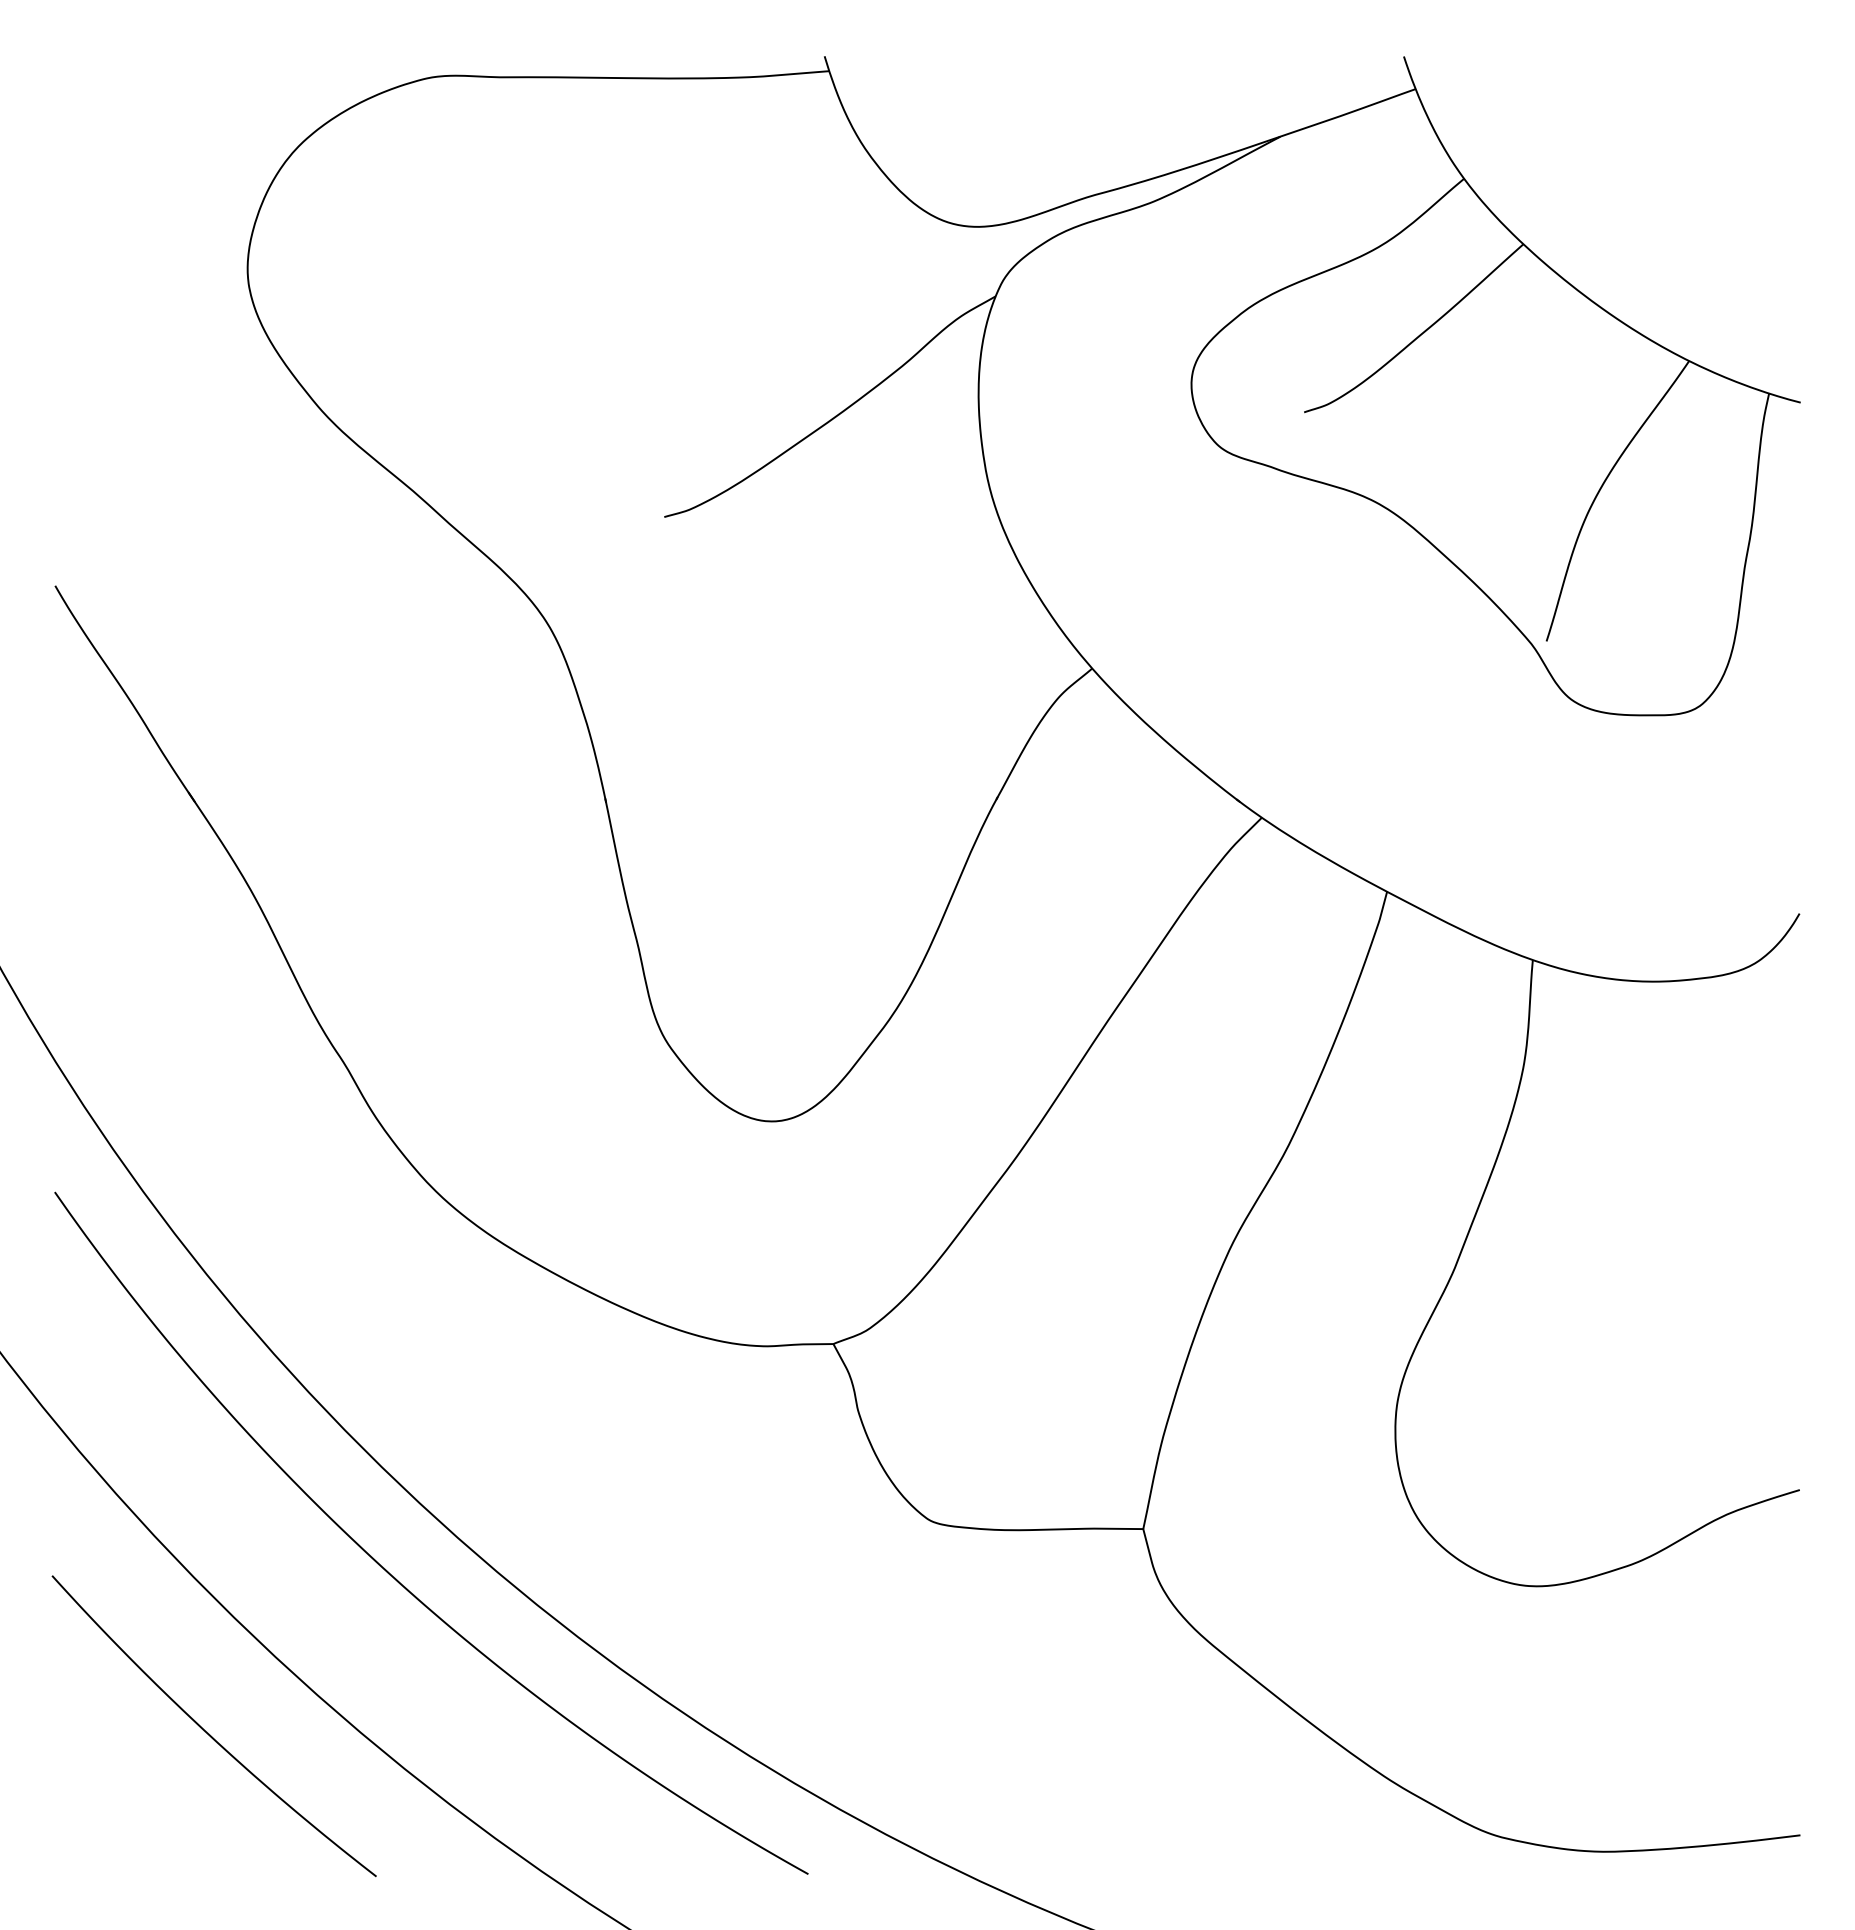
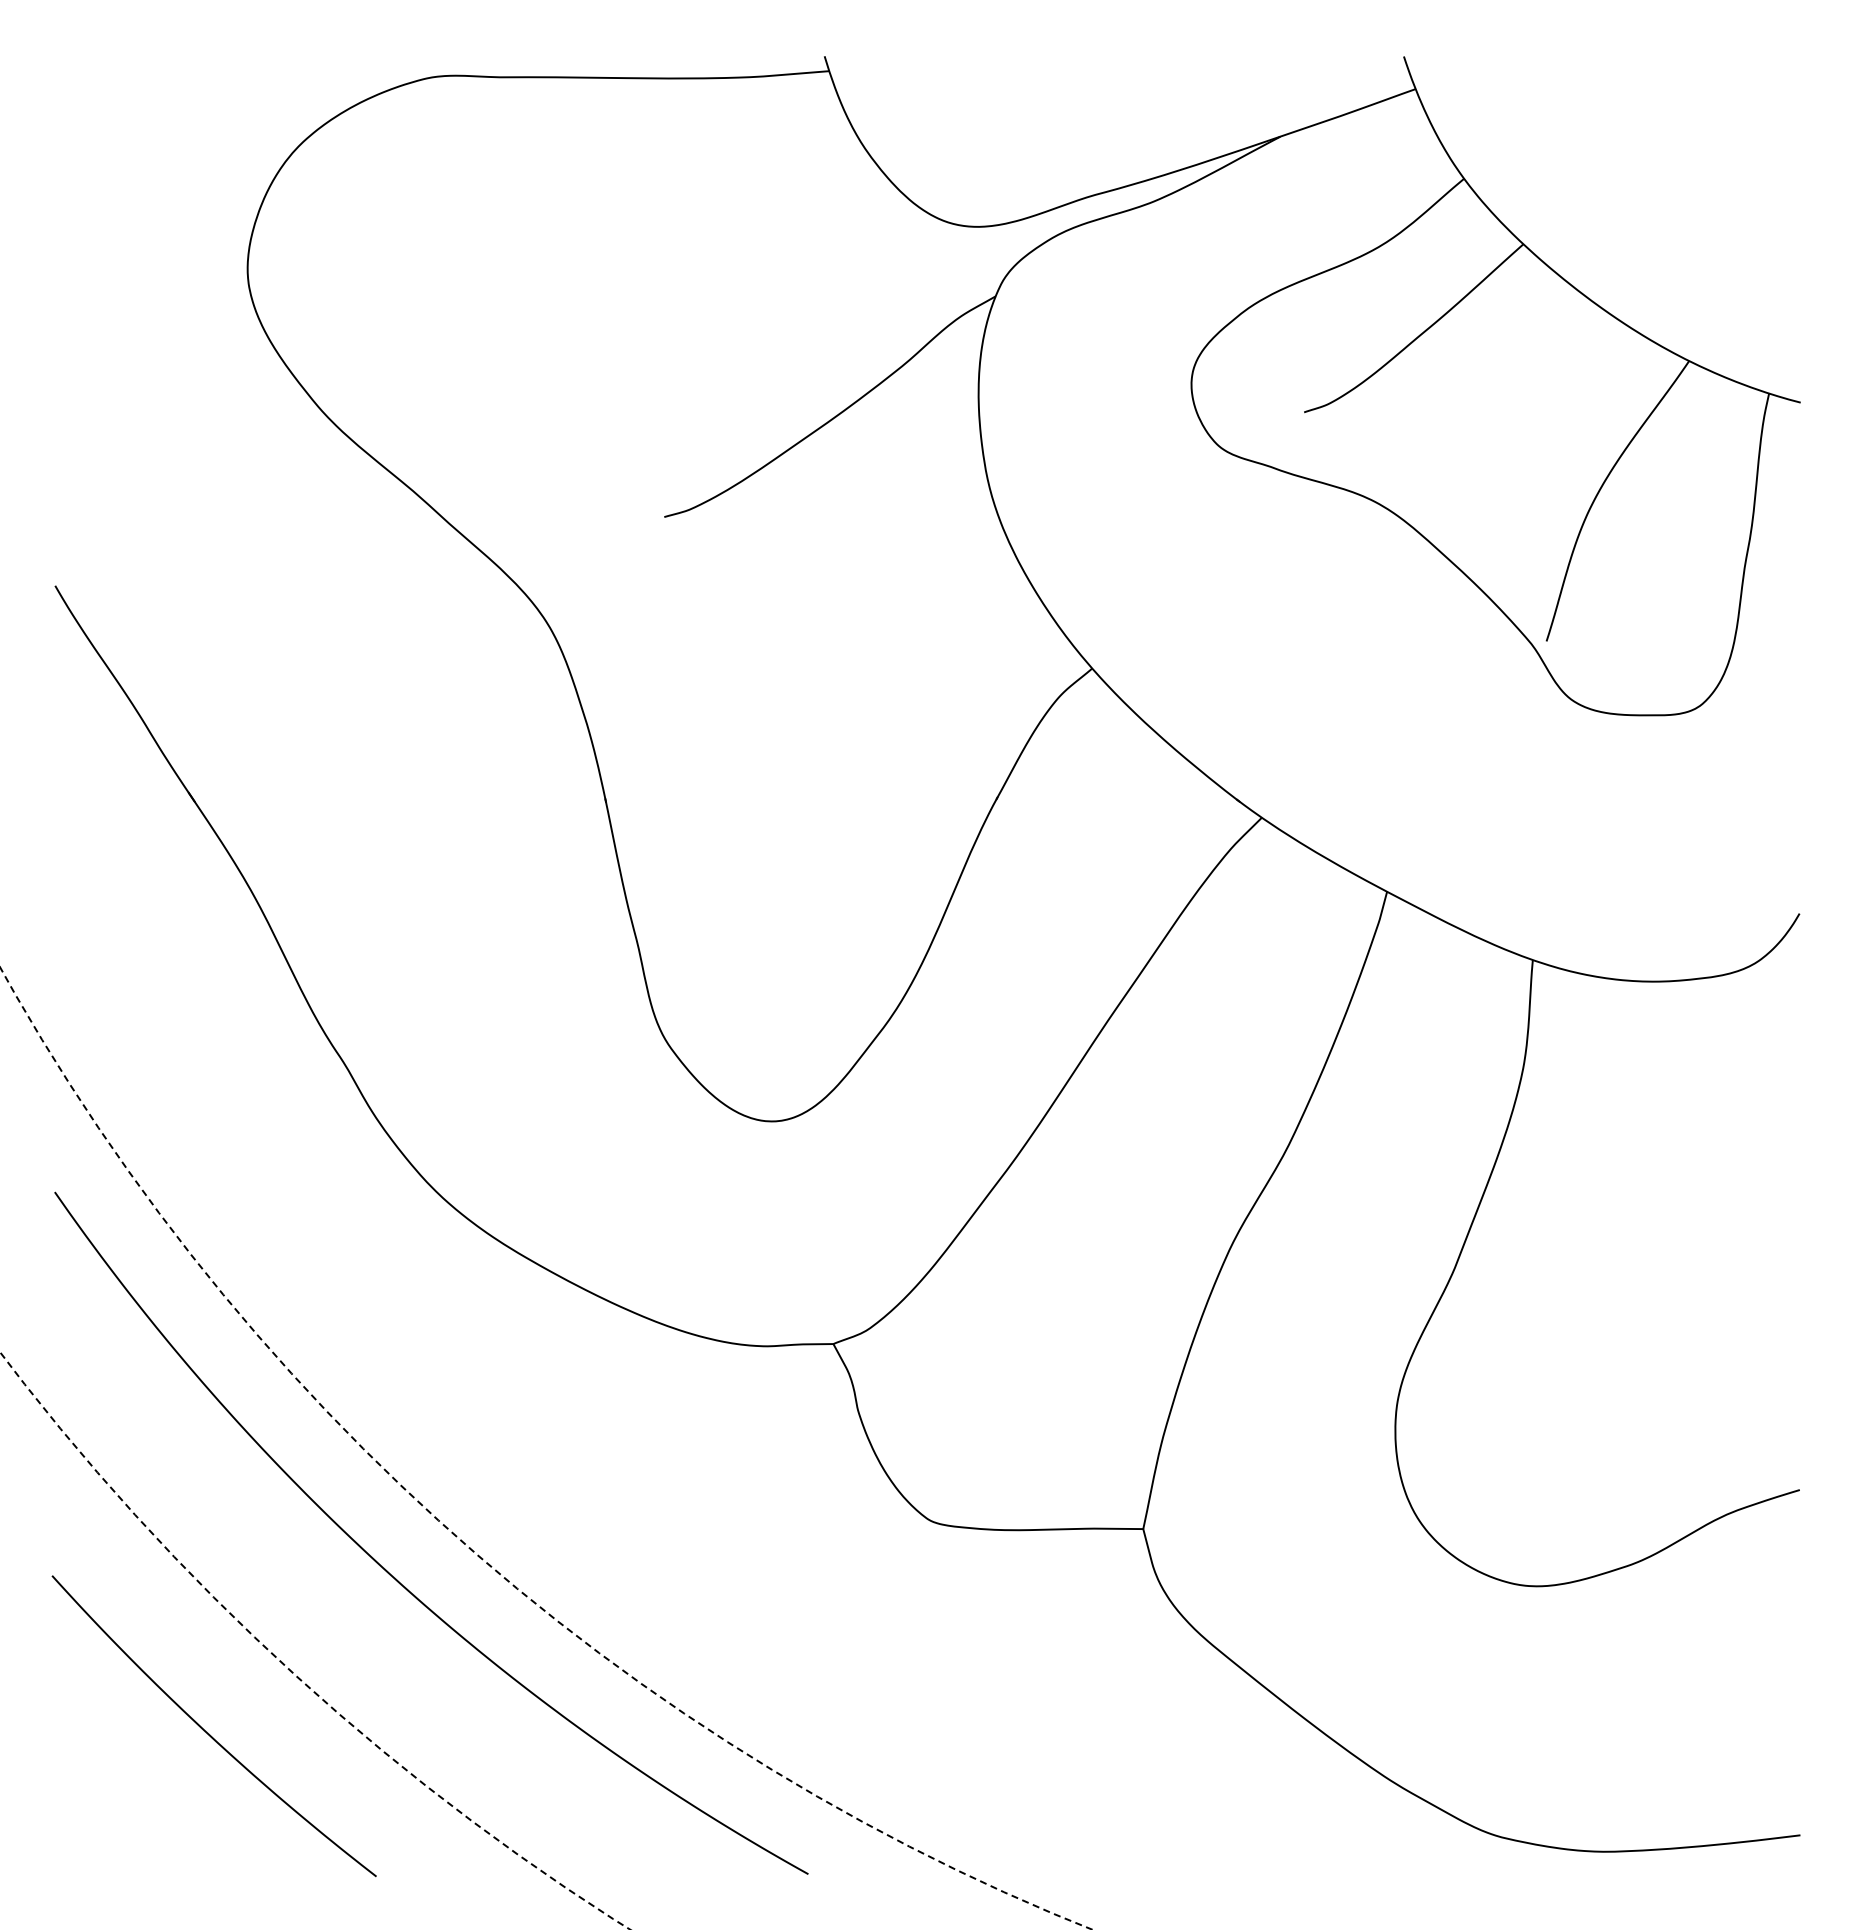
circle at (546, 1448): solid -> dashed
circle at (314, 1640): solid -> dashed
